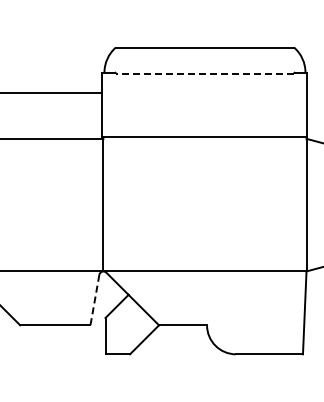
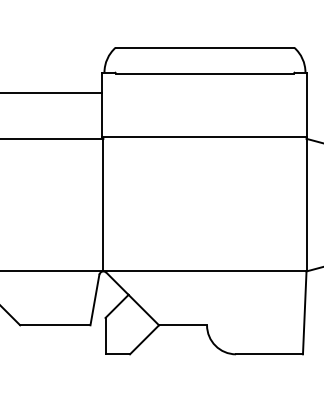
line at (204, 73): dashed -> solid
line at (94, 300): dashed -> solid
